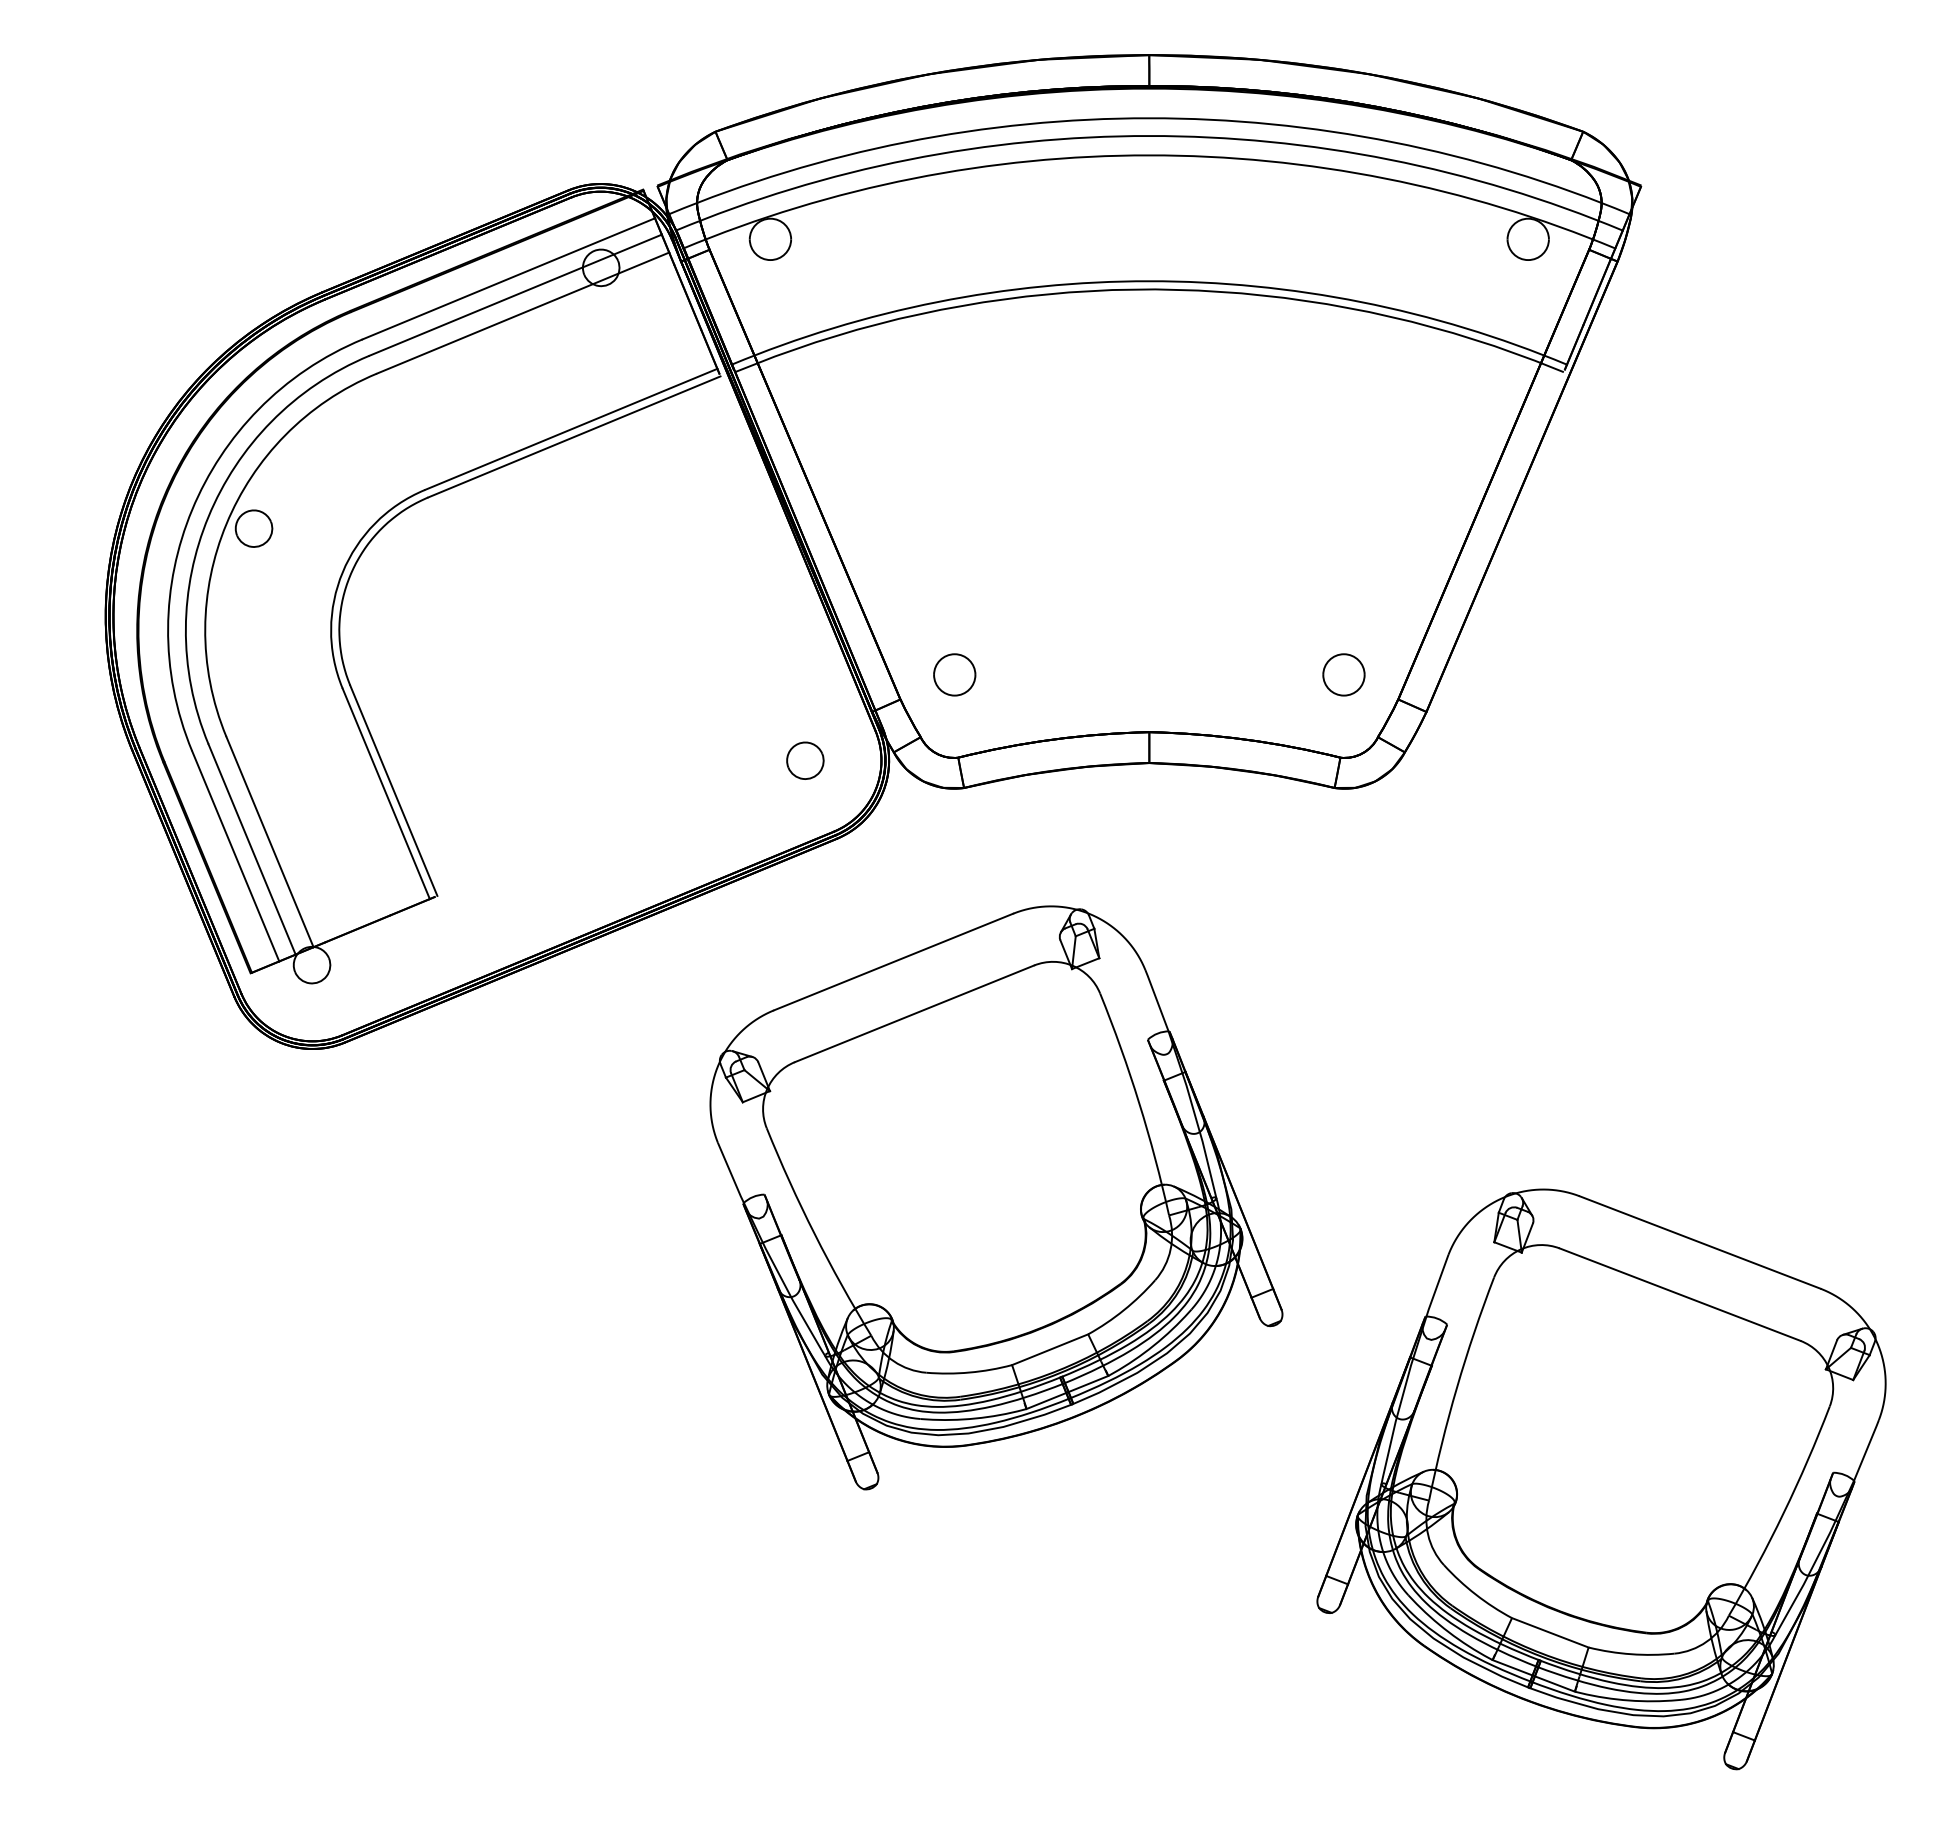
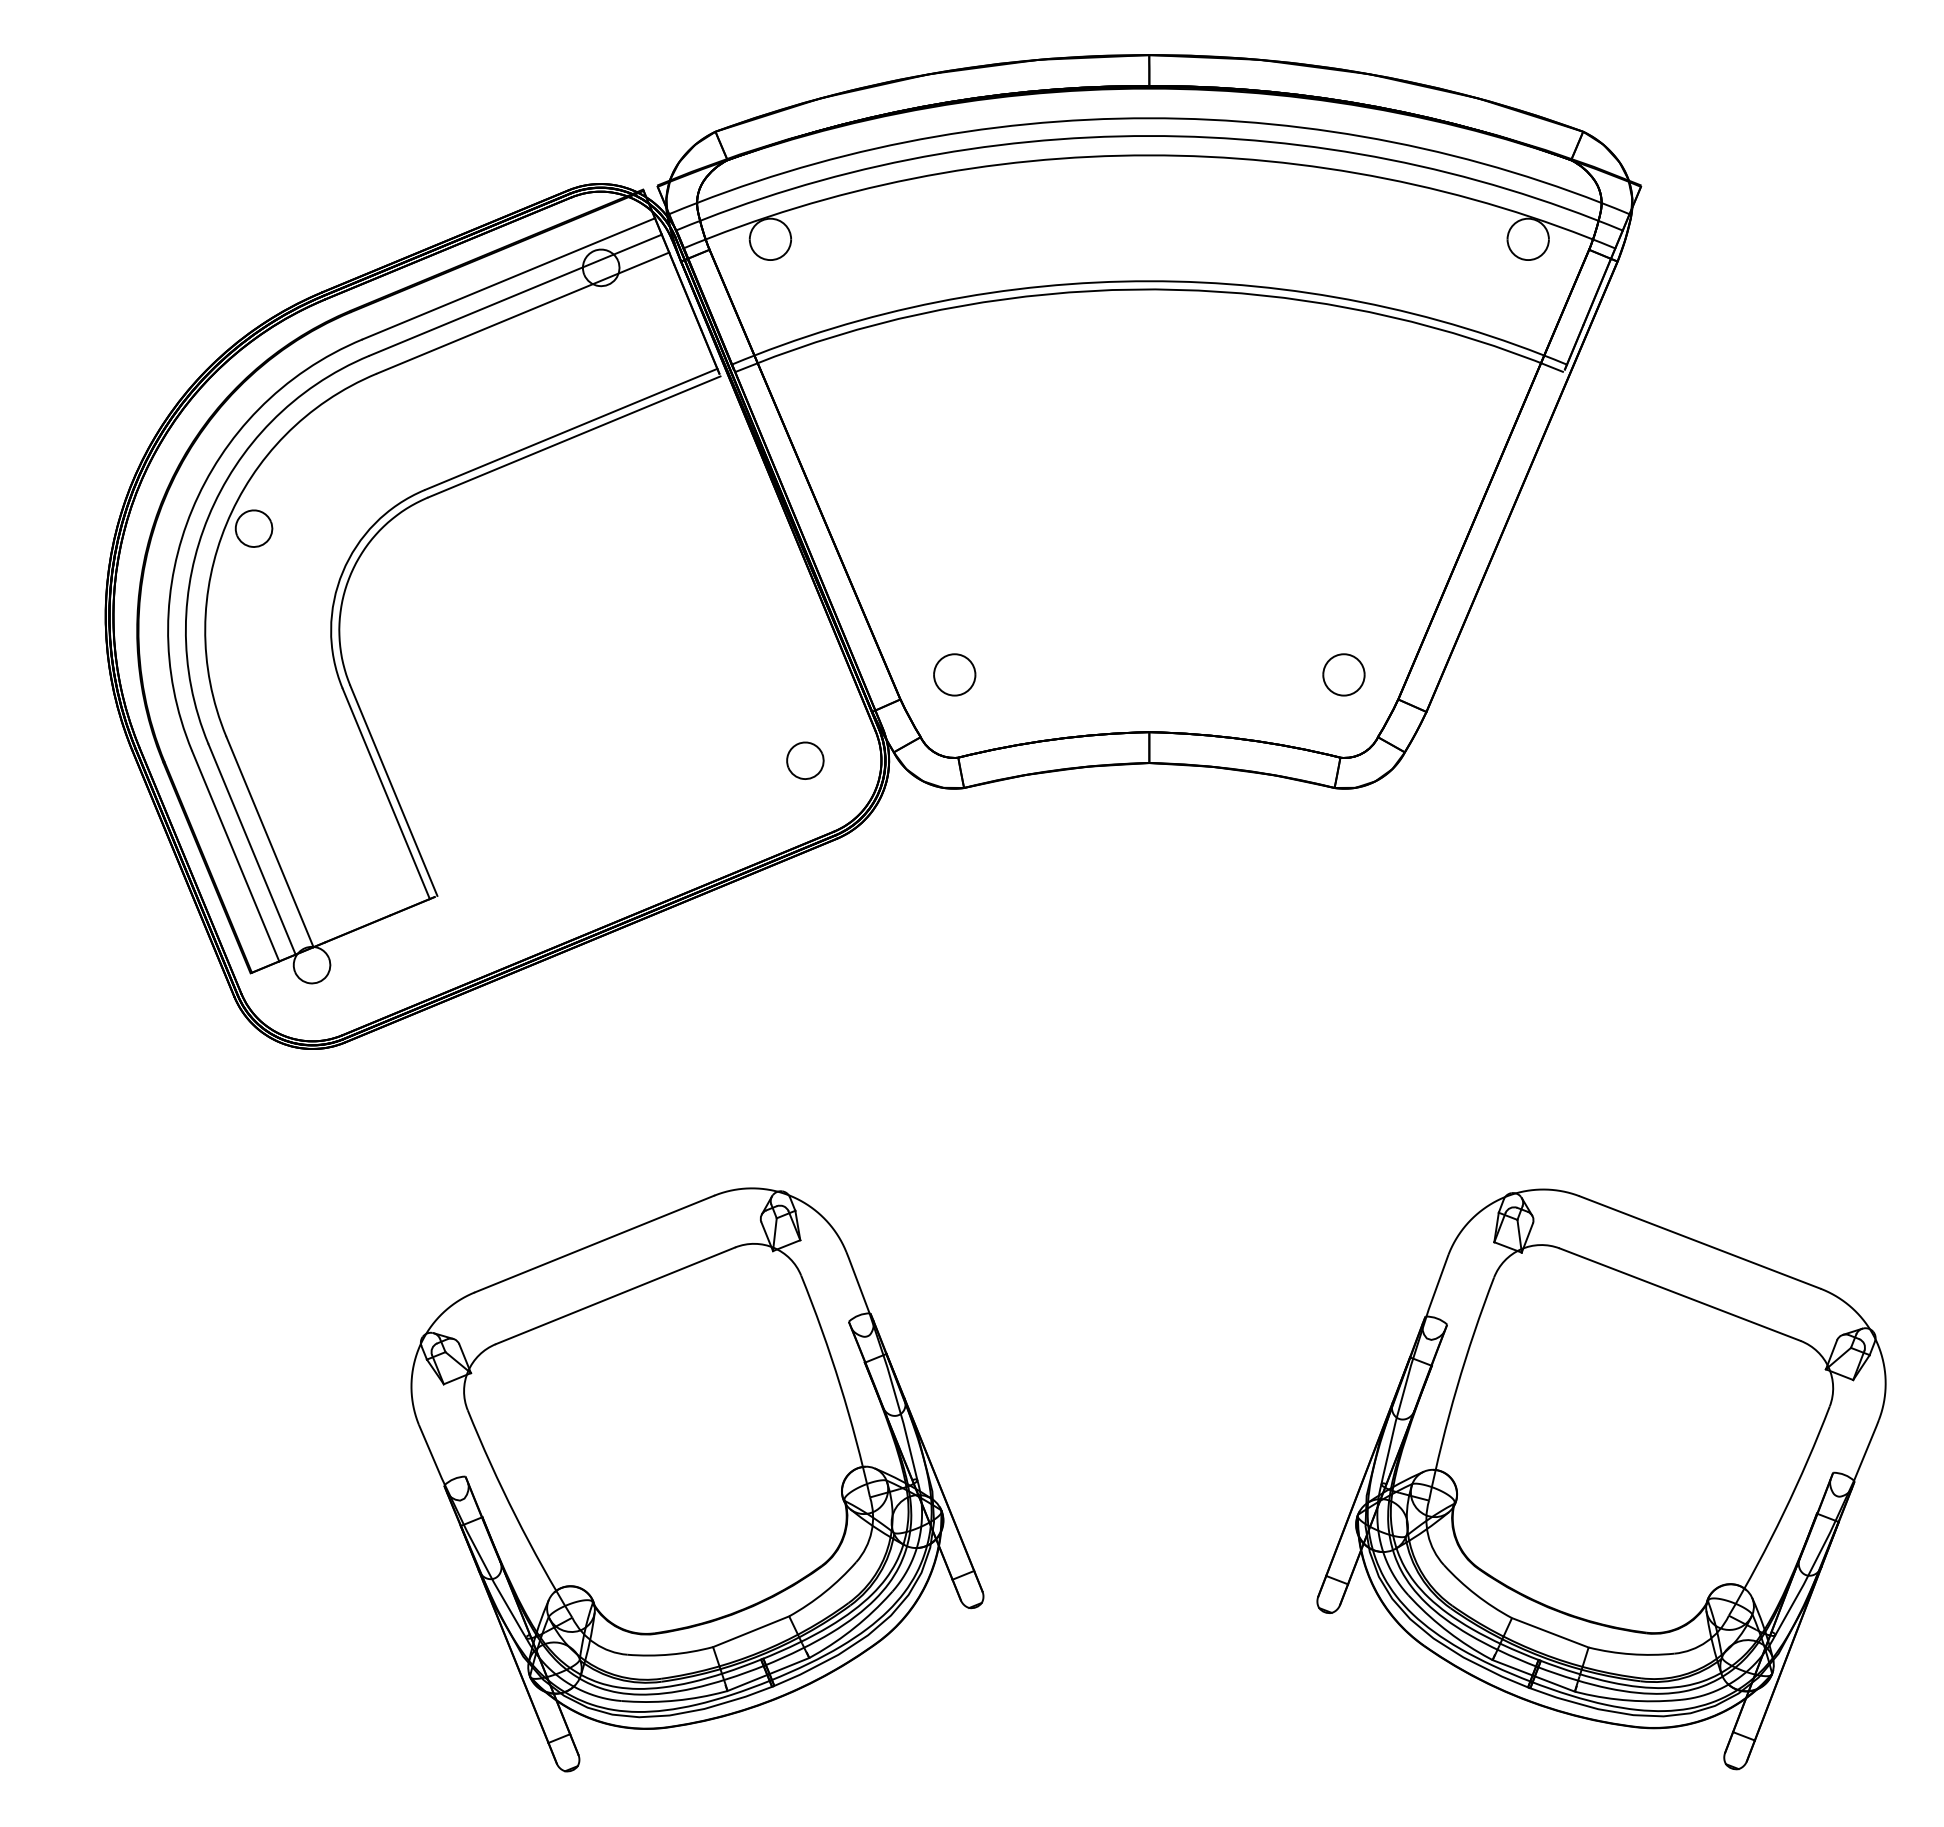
part at (996, 1197) position: (996, 1197) -> (697, 1479)
